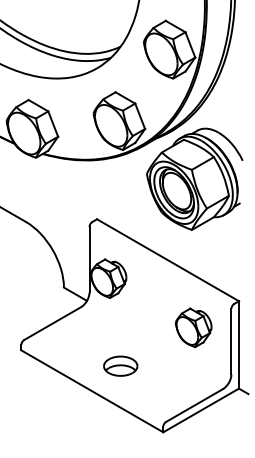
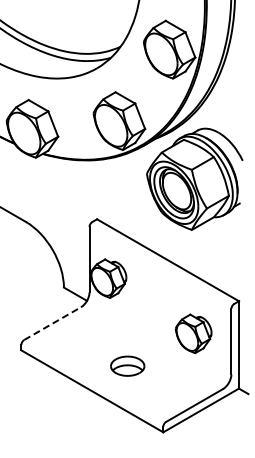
line at (52, 323): solid -> dashed
part at (193, 327) position: (193, 327) -> (193, 333)
part at (120, 365) position: (120, 365) -> (127, 365)
